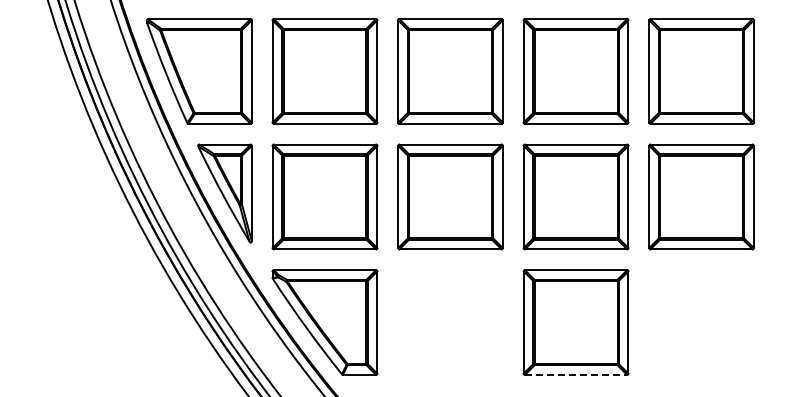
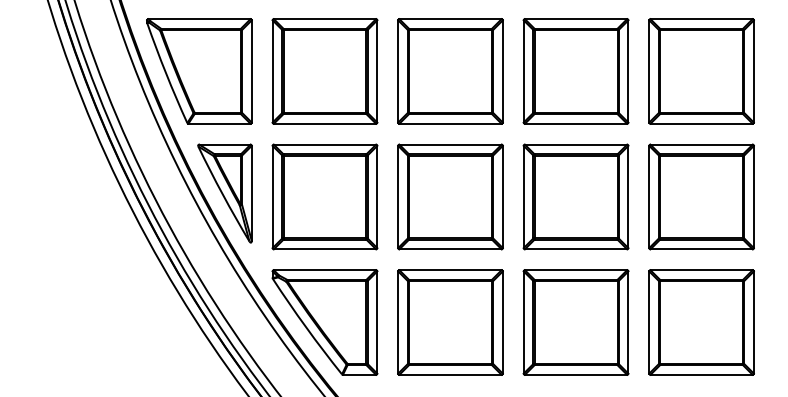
part at (450, 322): none -> present
part at (701, 322): none -> present
line at (576, 374): dashed -> solid
